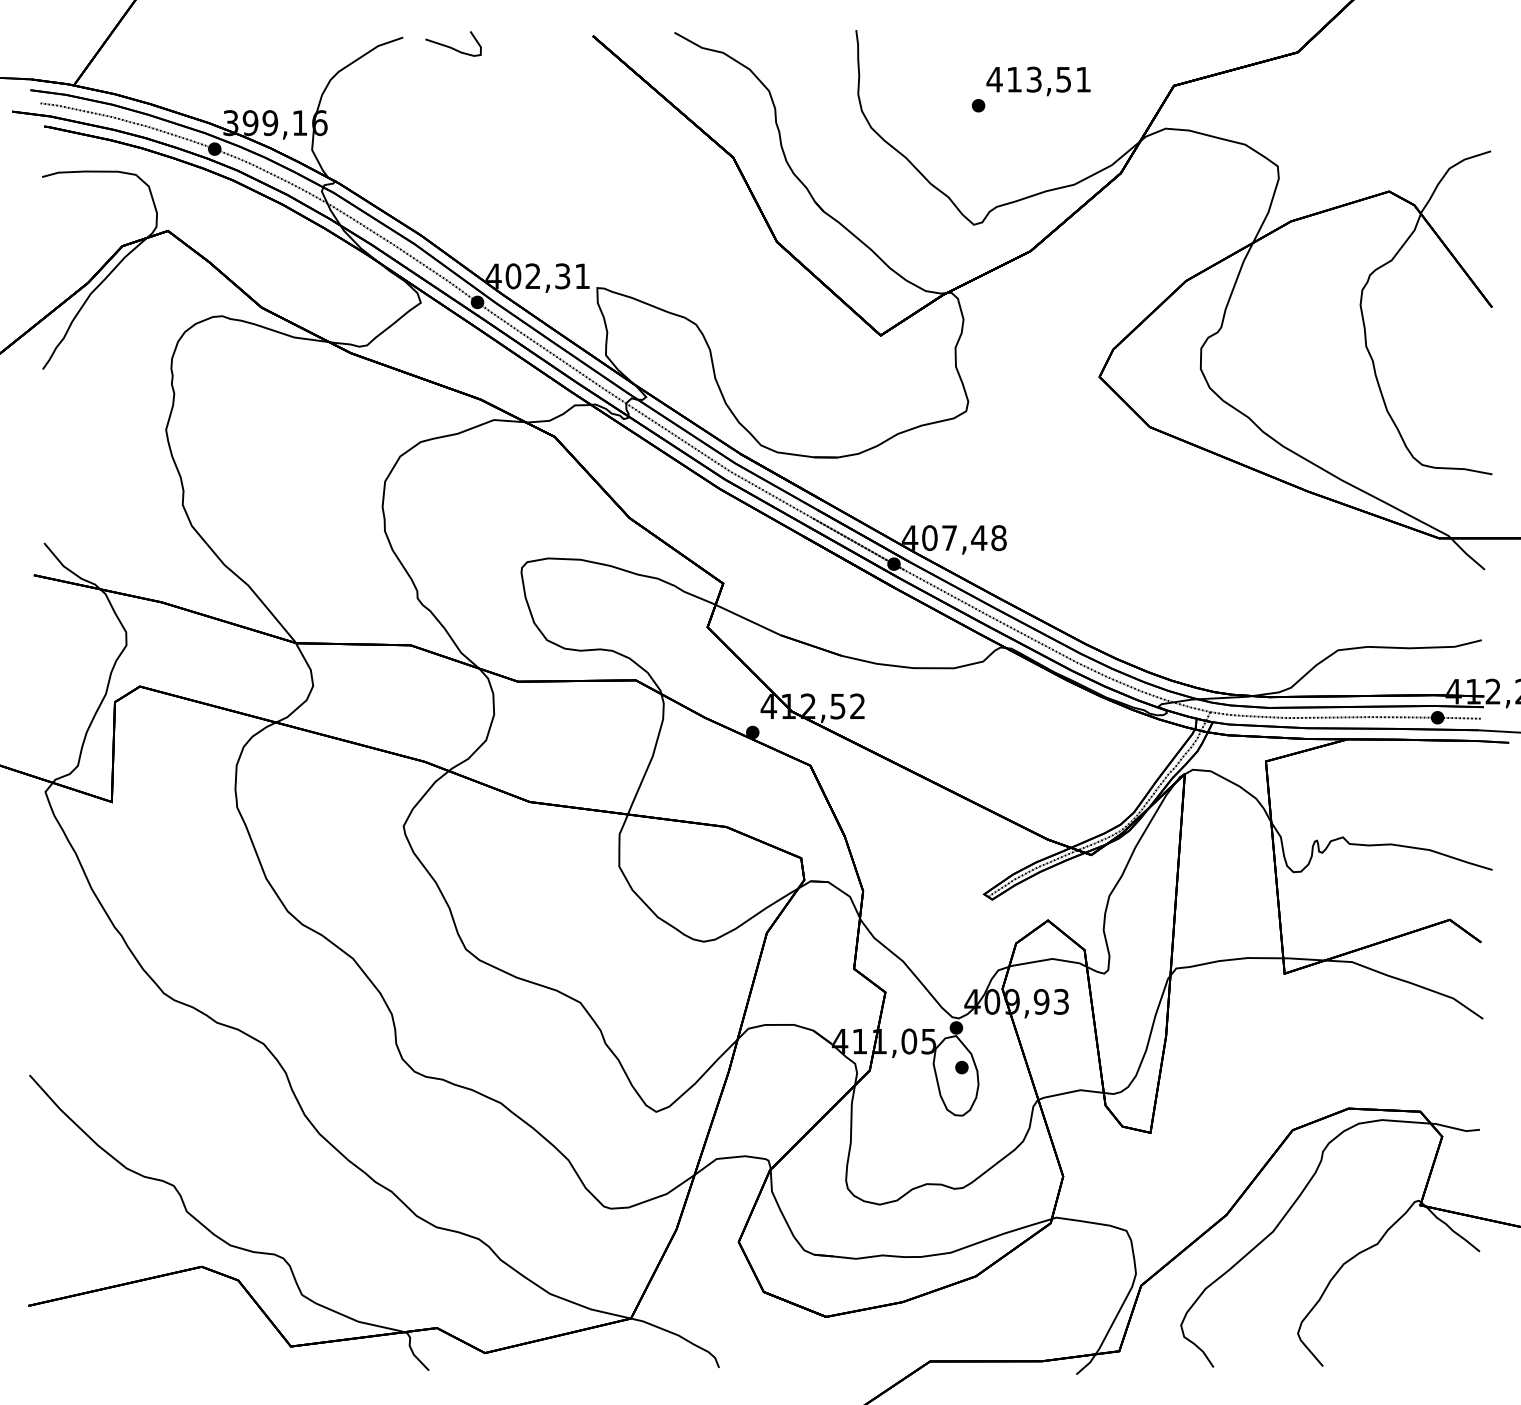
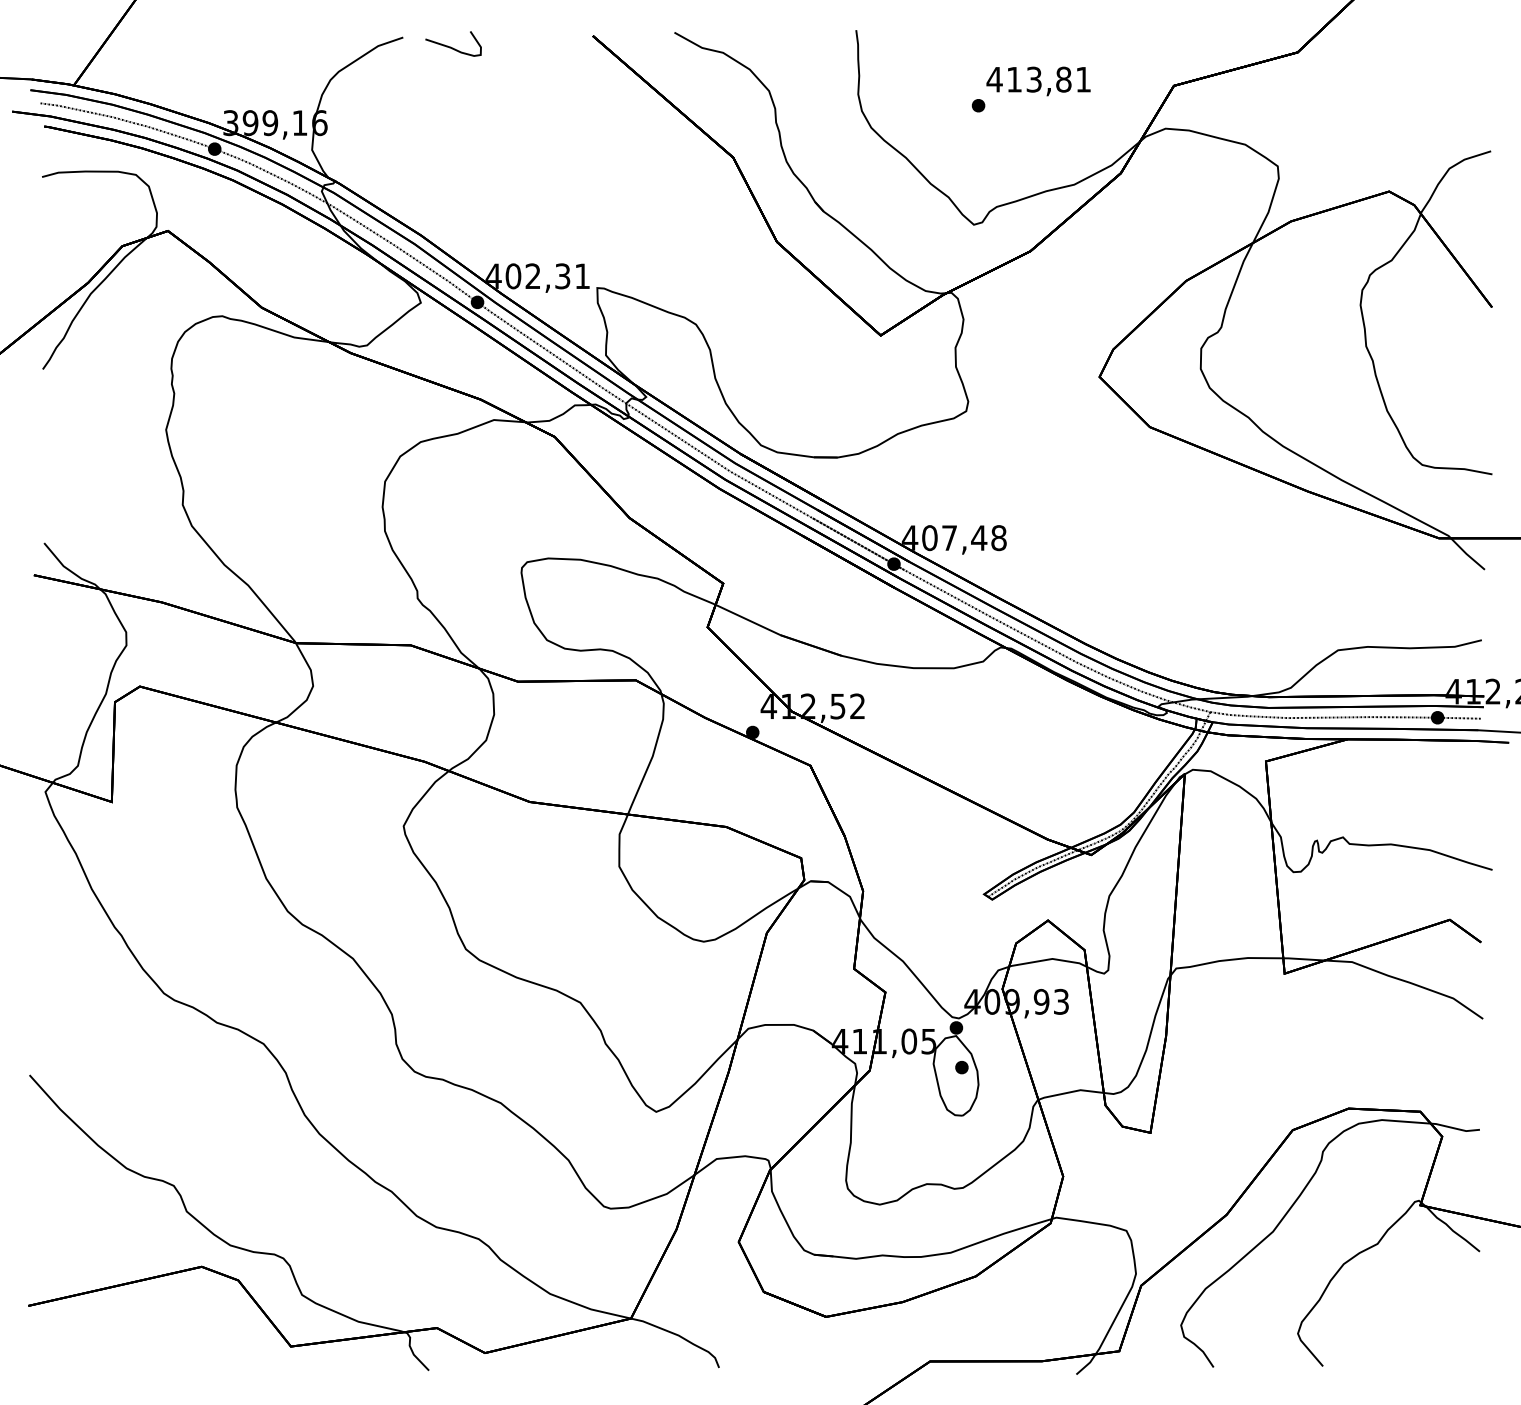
text at (1063, 79): 413,51 -> 413,81
